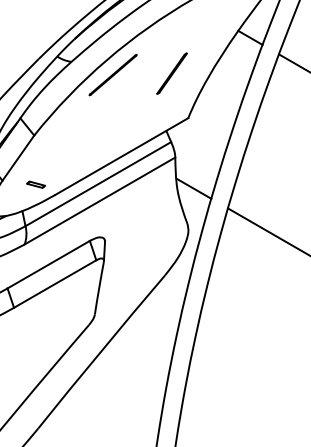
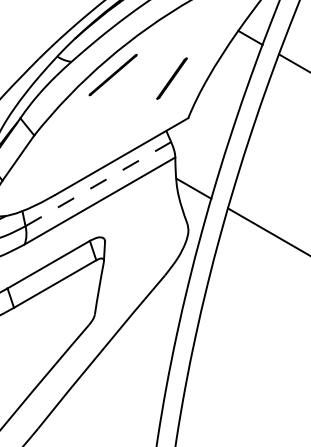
line at (171, 73) position: (171, 73) -> (171, 78)
line at (98, 183): solid -> dashed
part at (35, 184): present -> none
